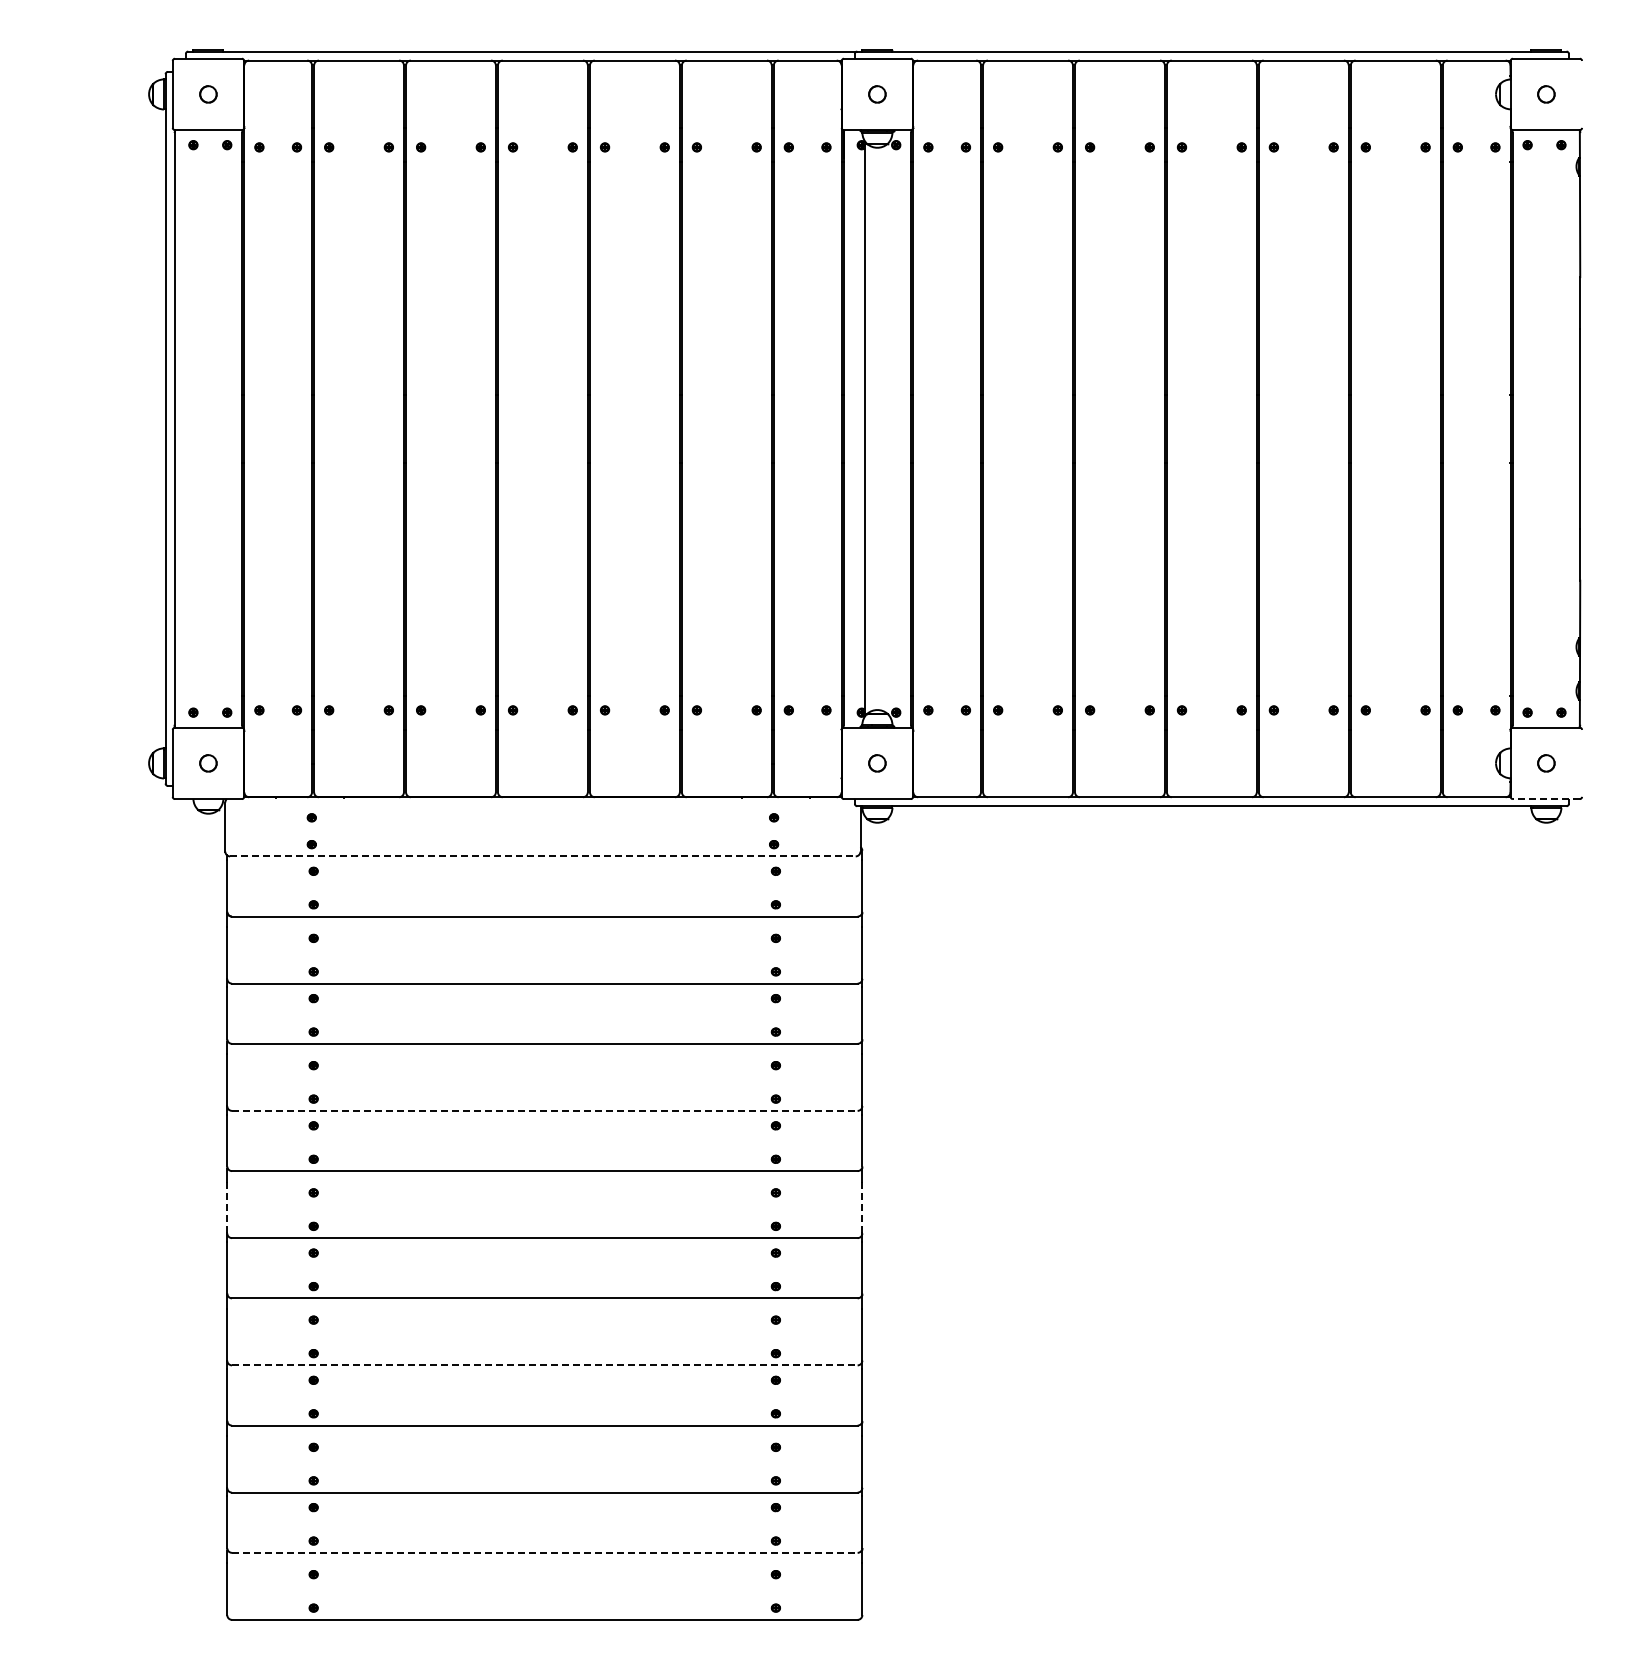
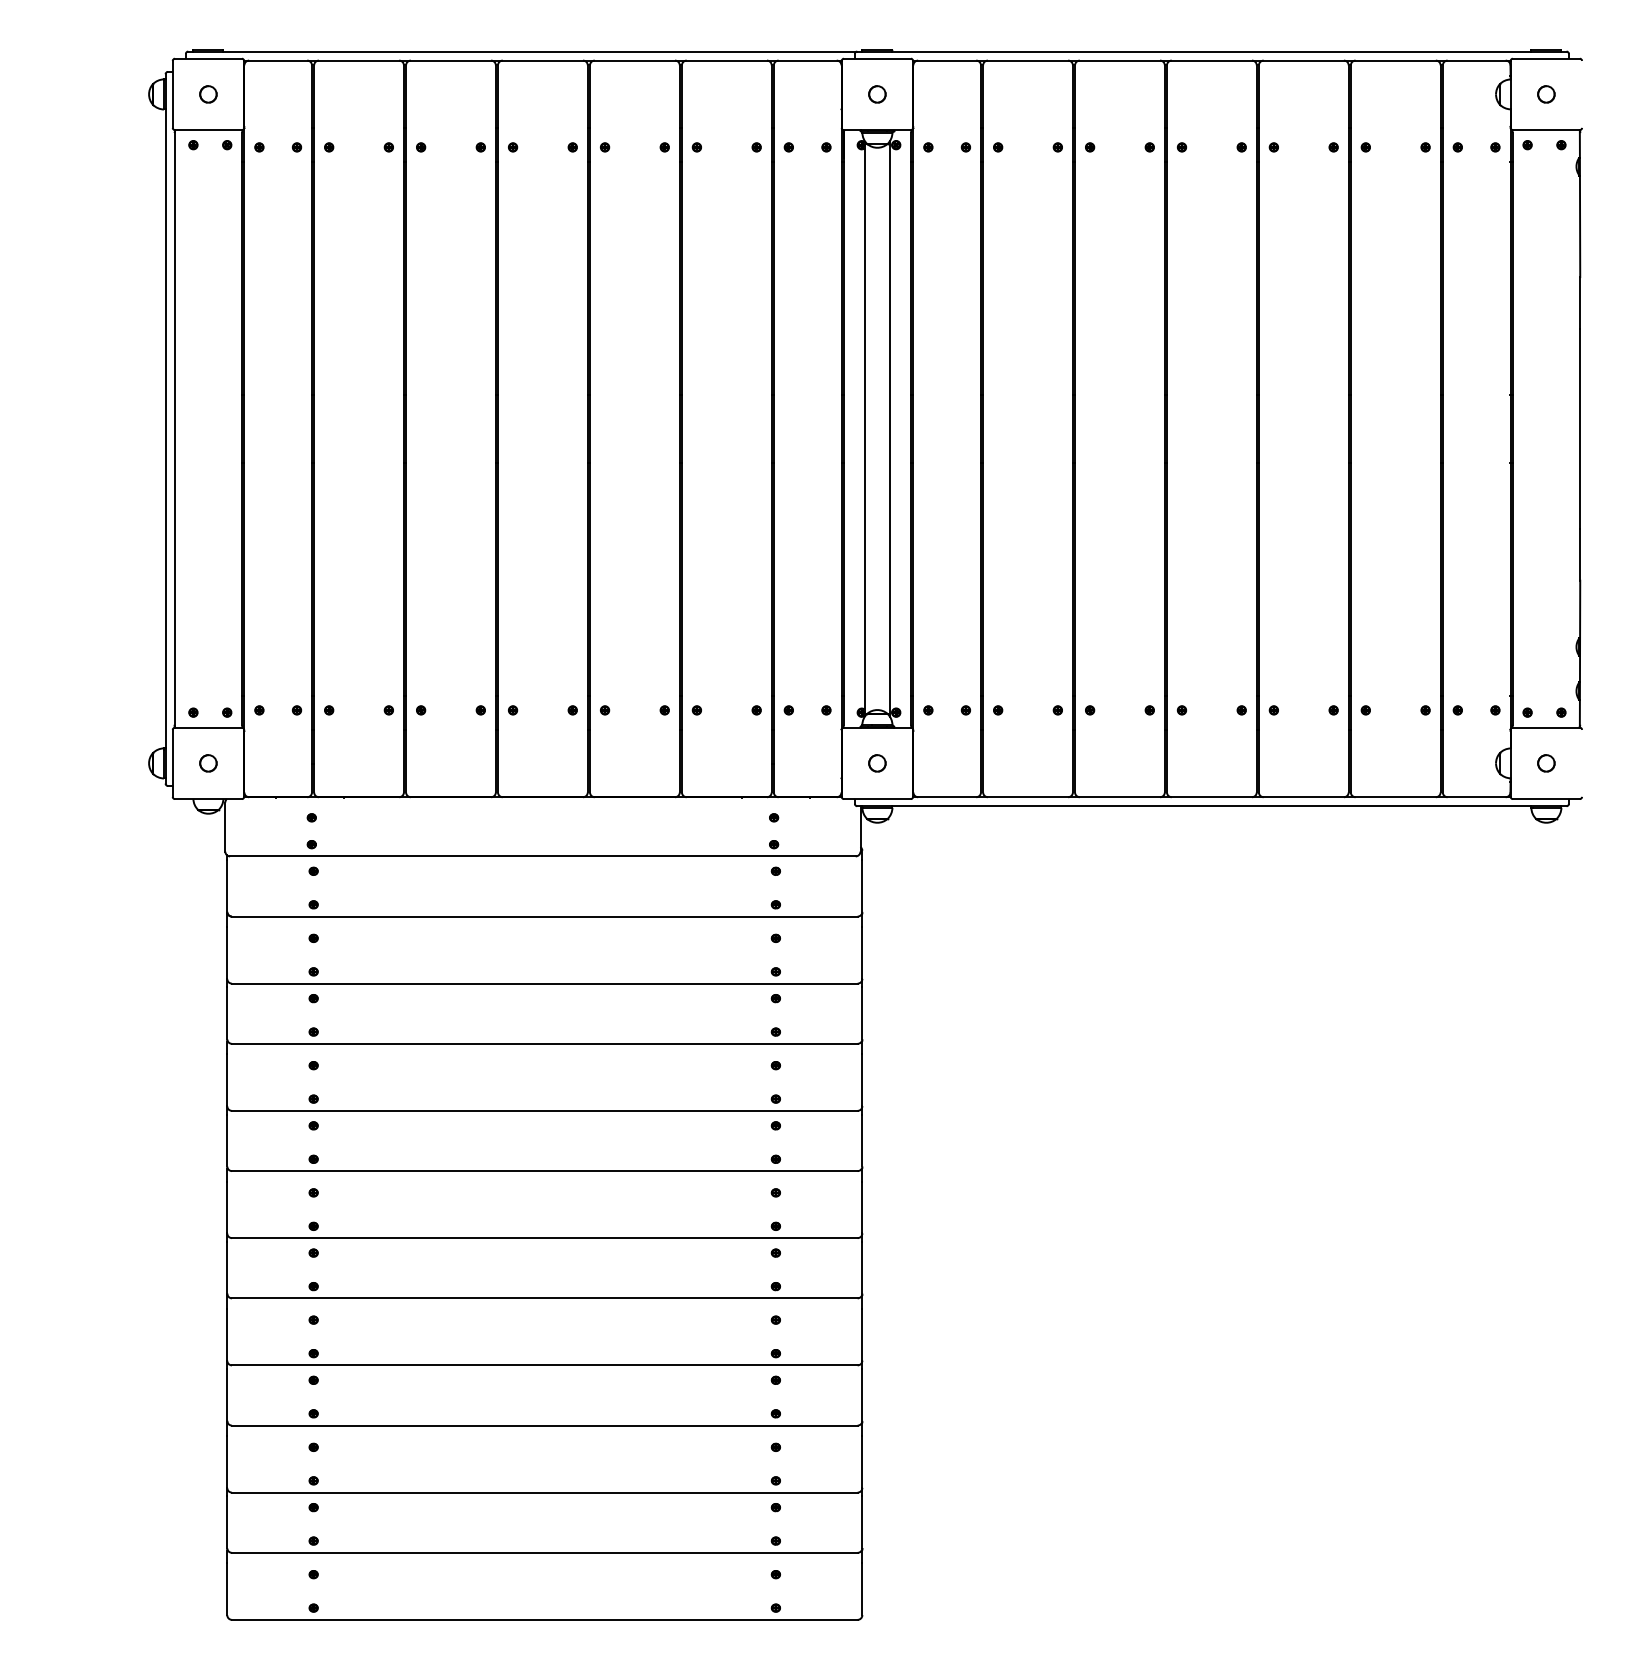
line at (890, 428): none -> present
line at (1545, 799): dashed -> solid
line at (542, 856): dashed -> solid
line at (544, 1110): dashed -> solid
line at (227, 1207): dashed -> solid
line at (862, 1207): dashed -> solid
line at (544, 1365): dashed -> solid
line at (544, 1552): dashed -> solid
